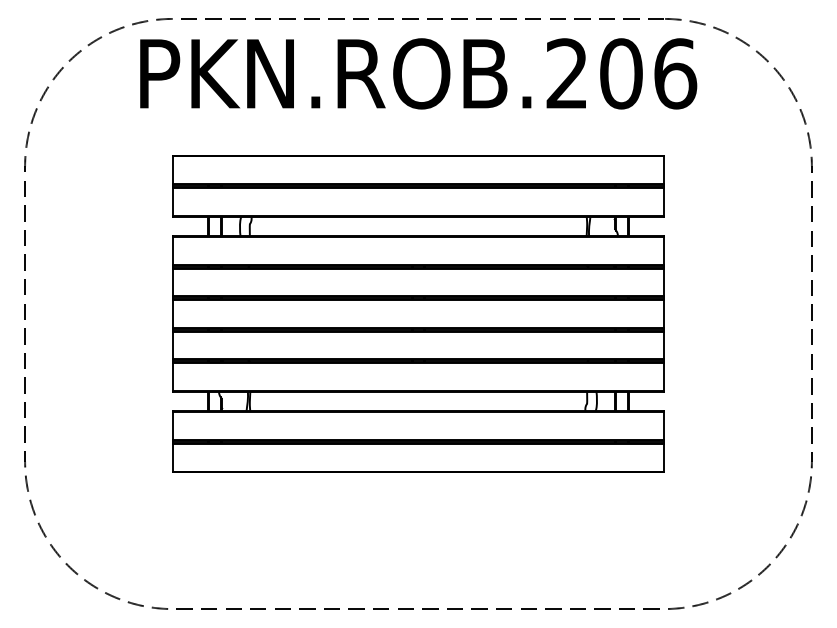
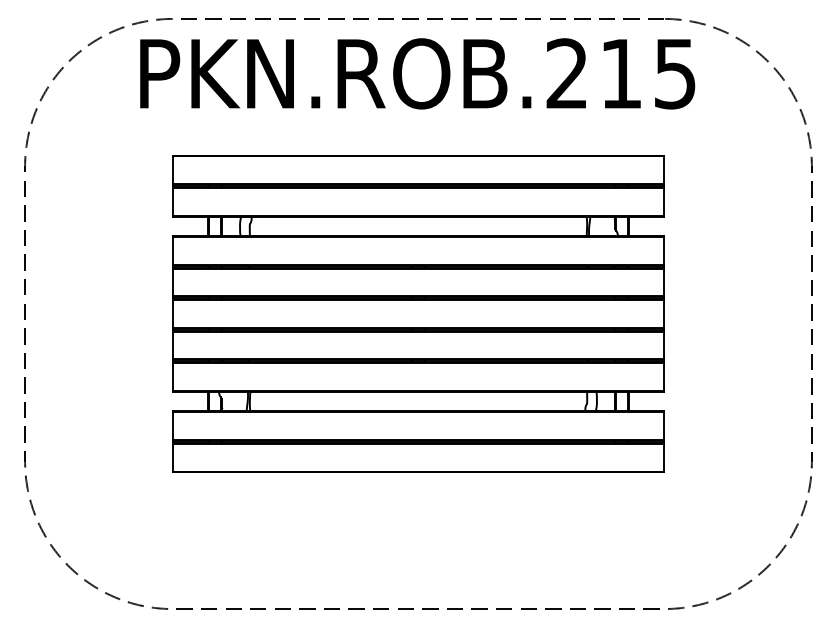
text at (648, 73): PKN.ROB.206 -> PKN.ROB.215
